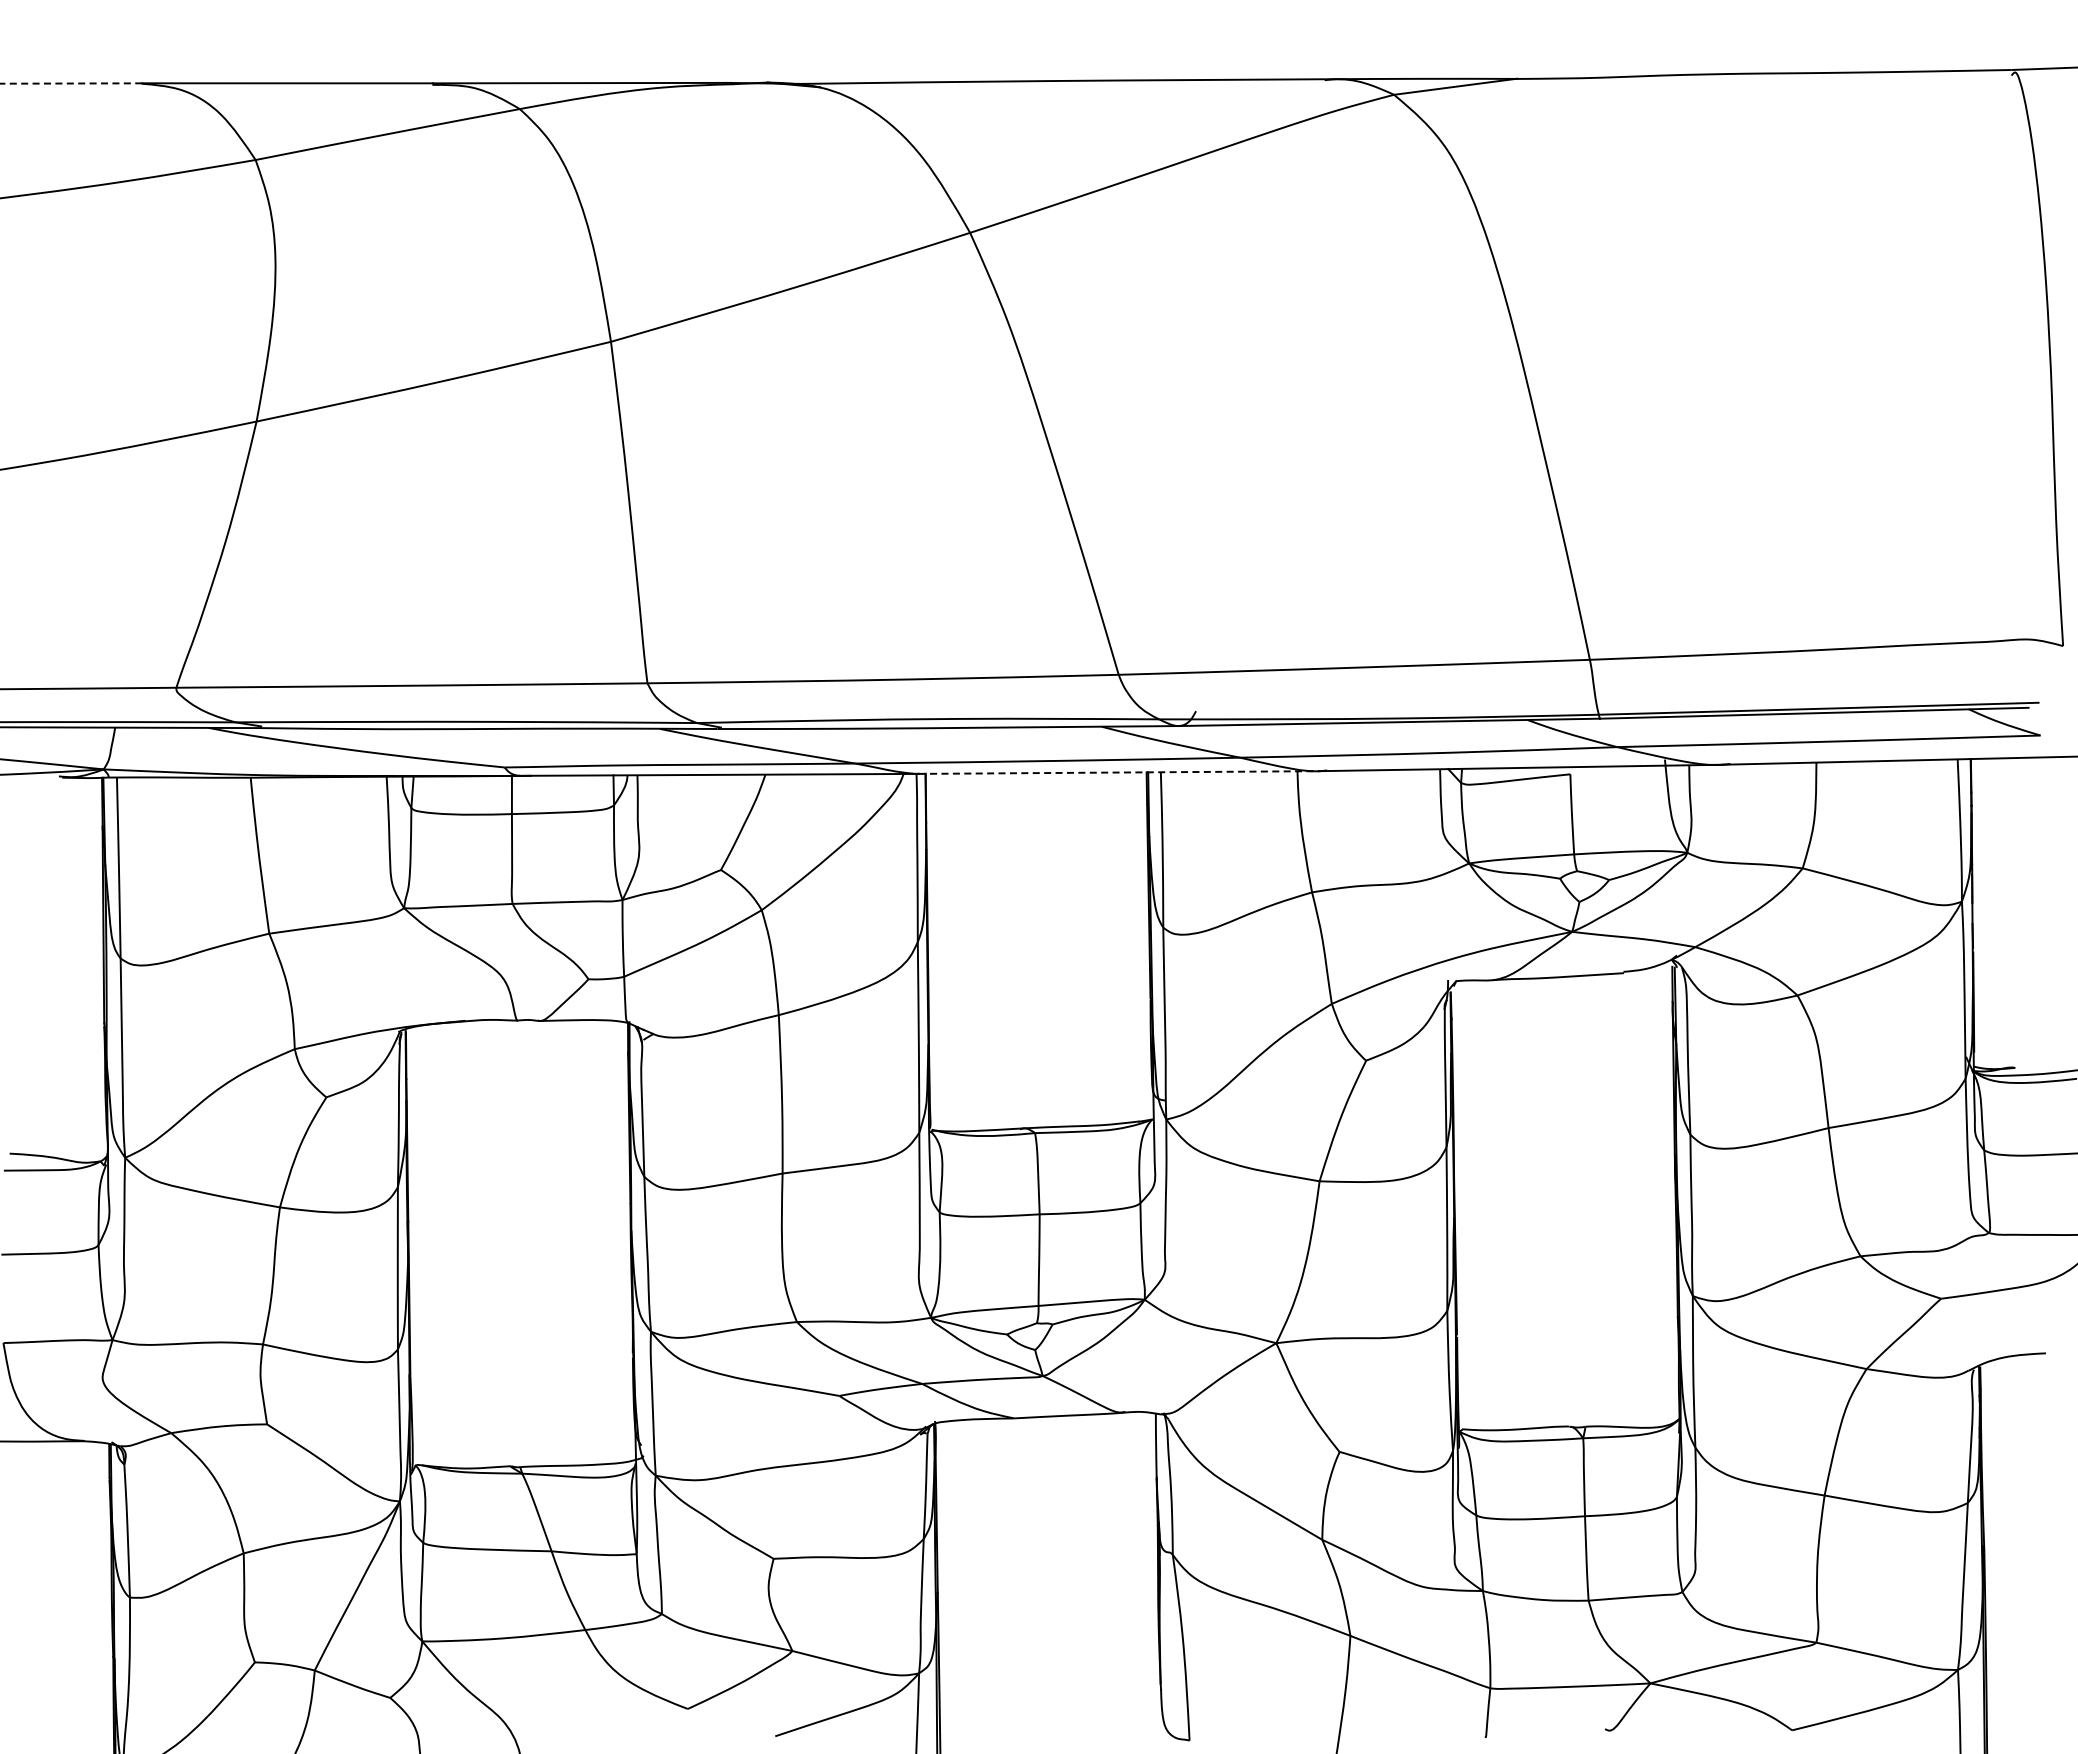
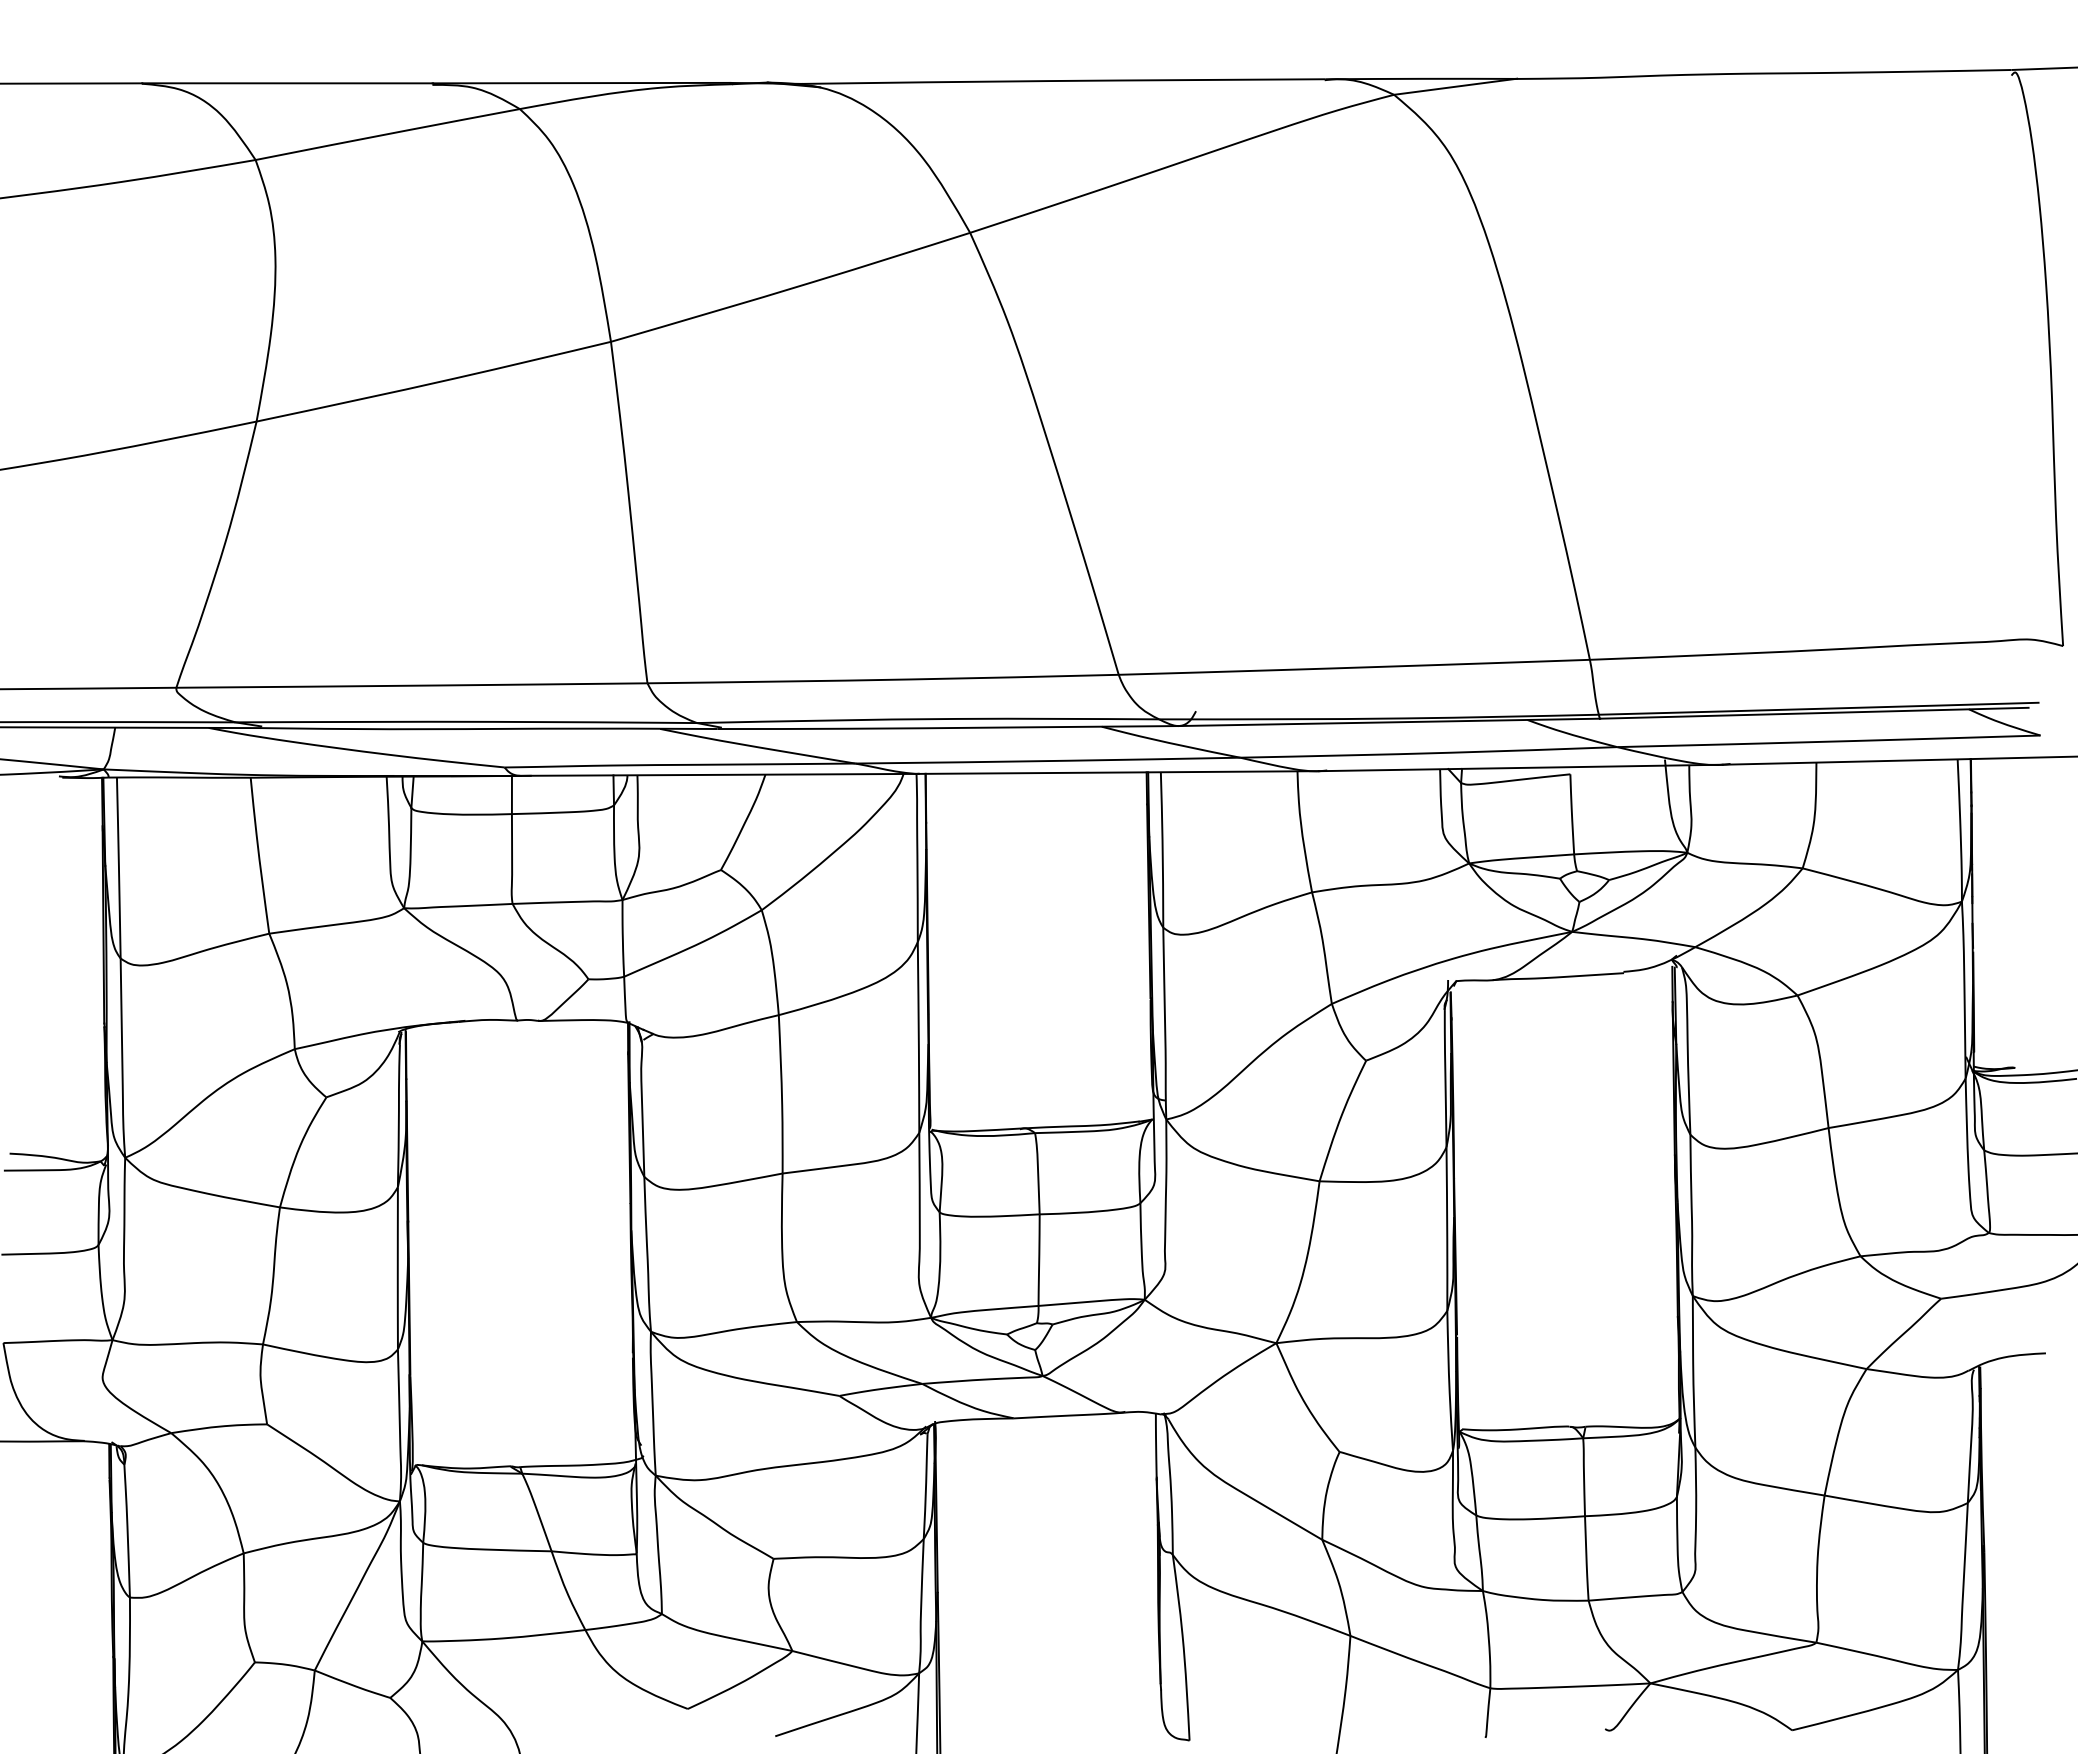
line at (71, 83): dashed -> solid
line at (1119, 772): dashed -> solid
